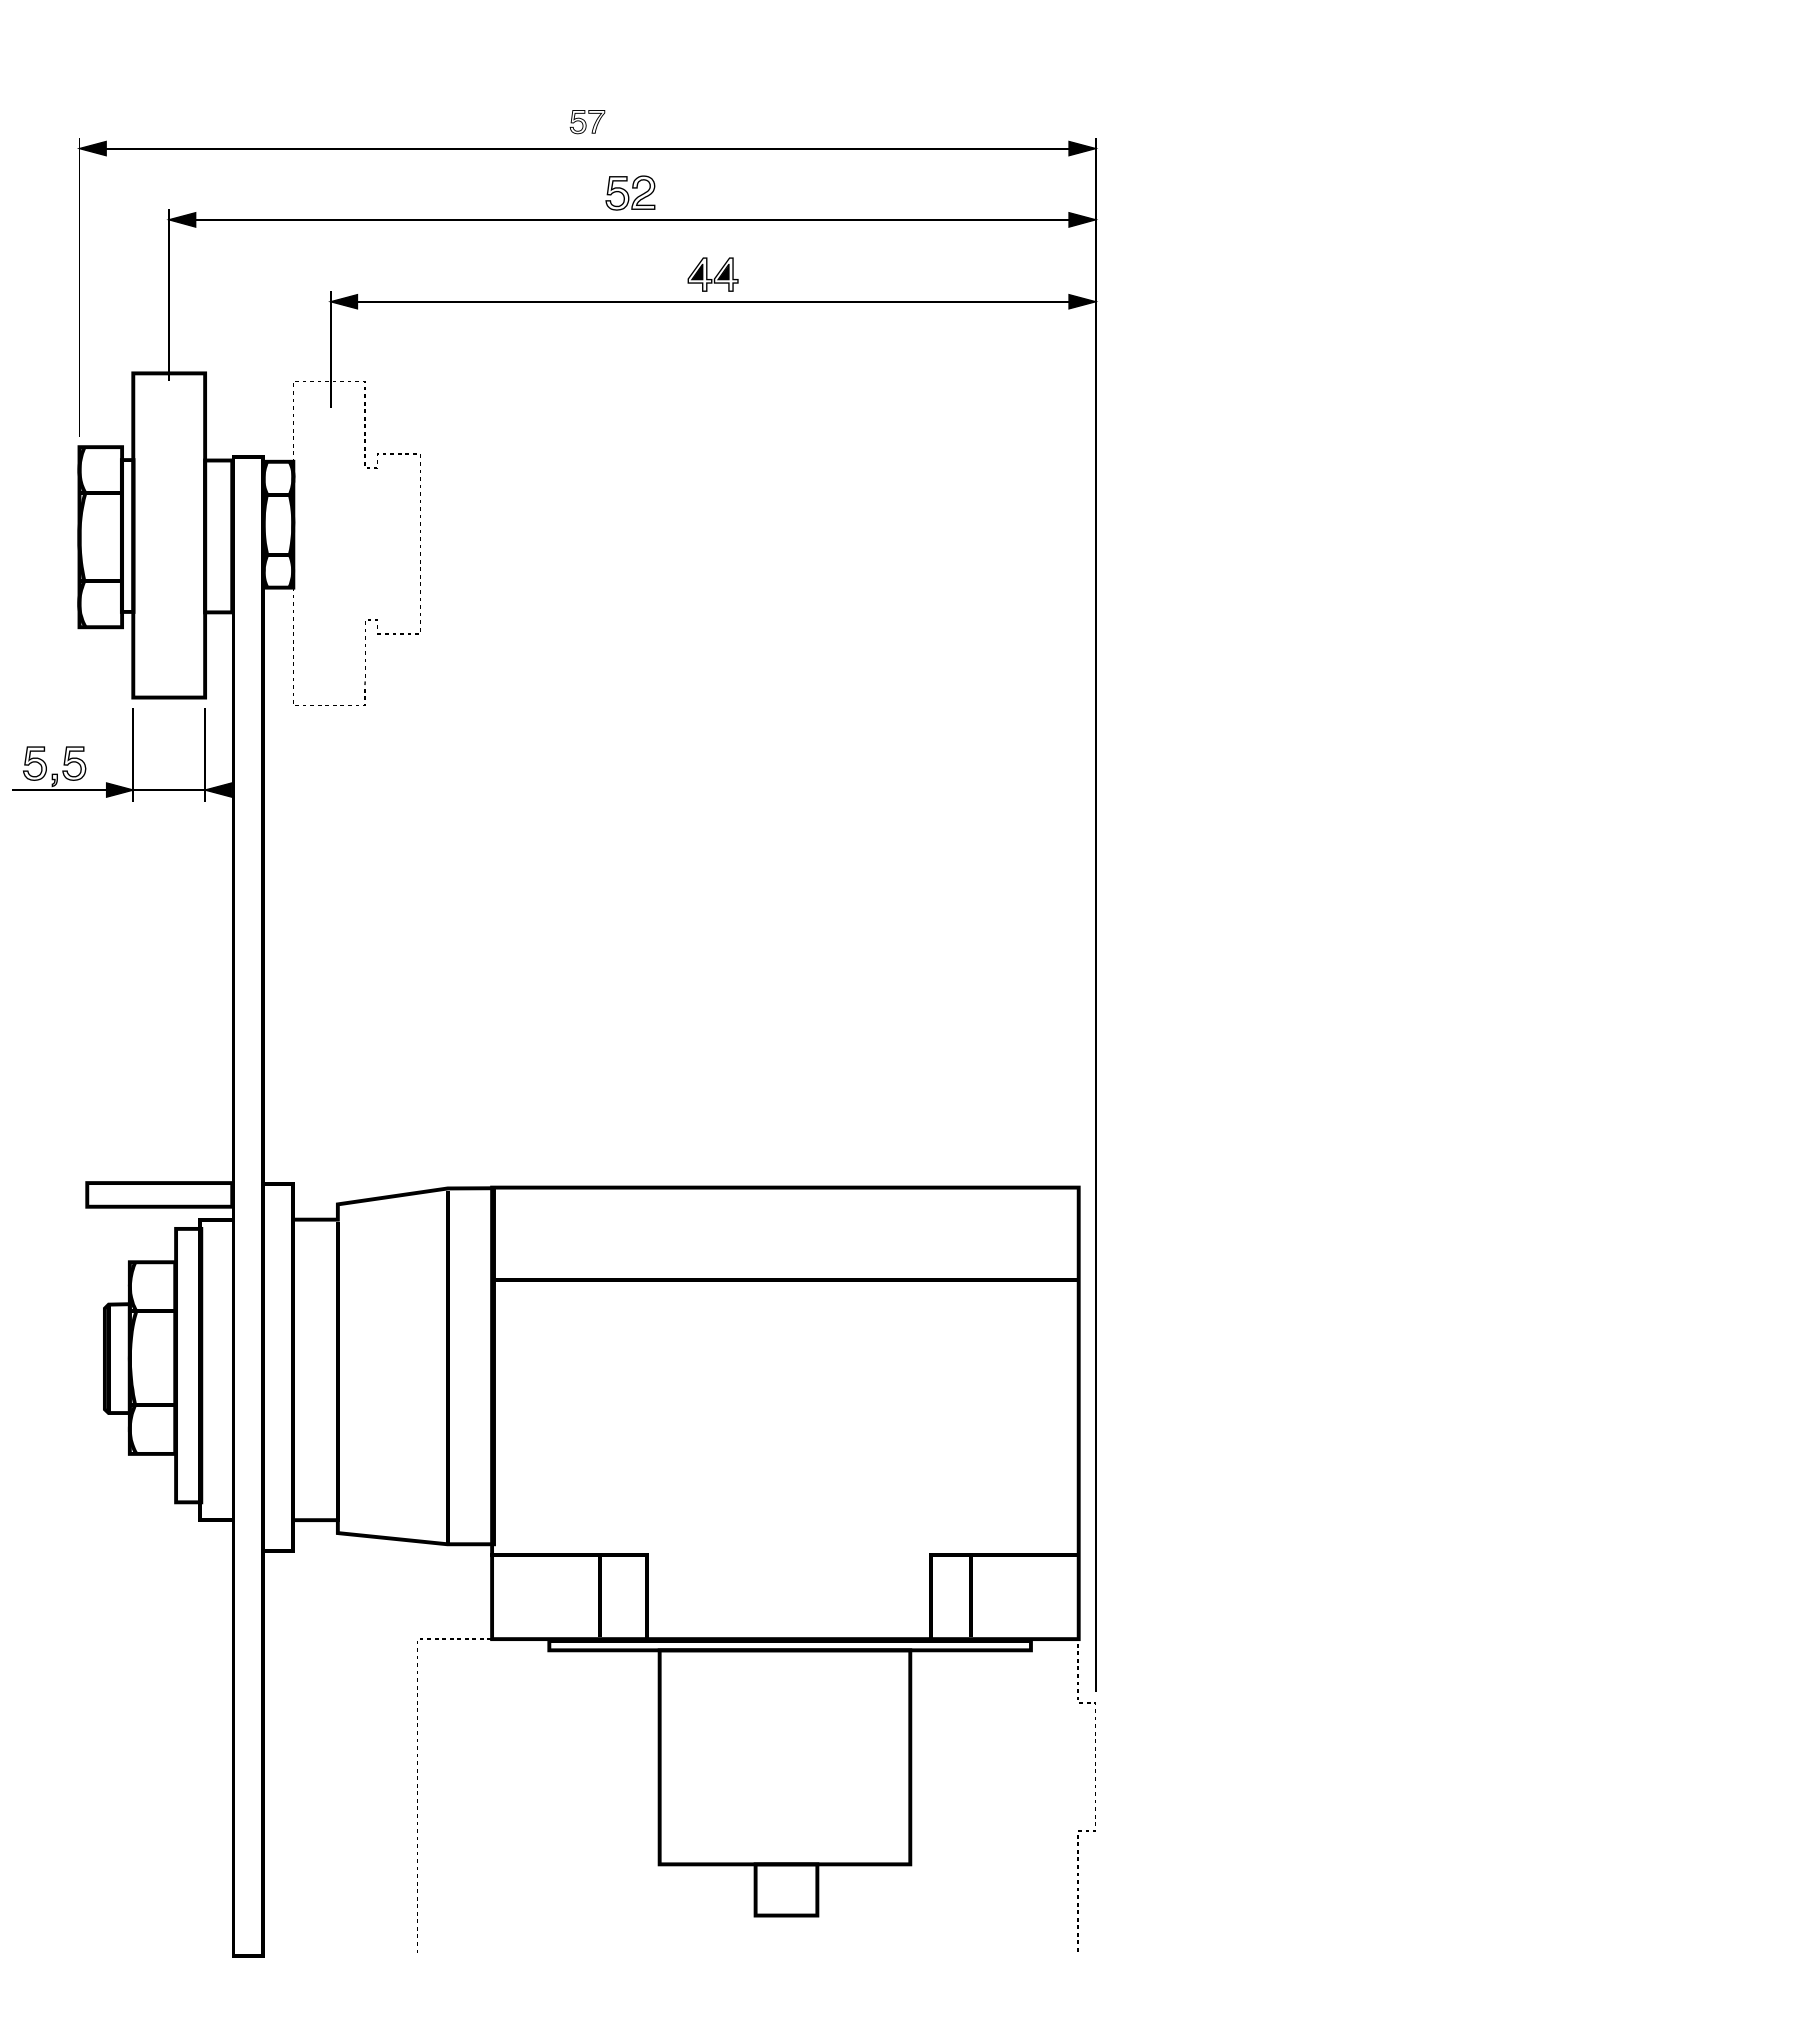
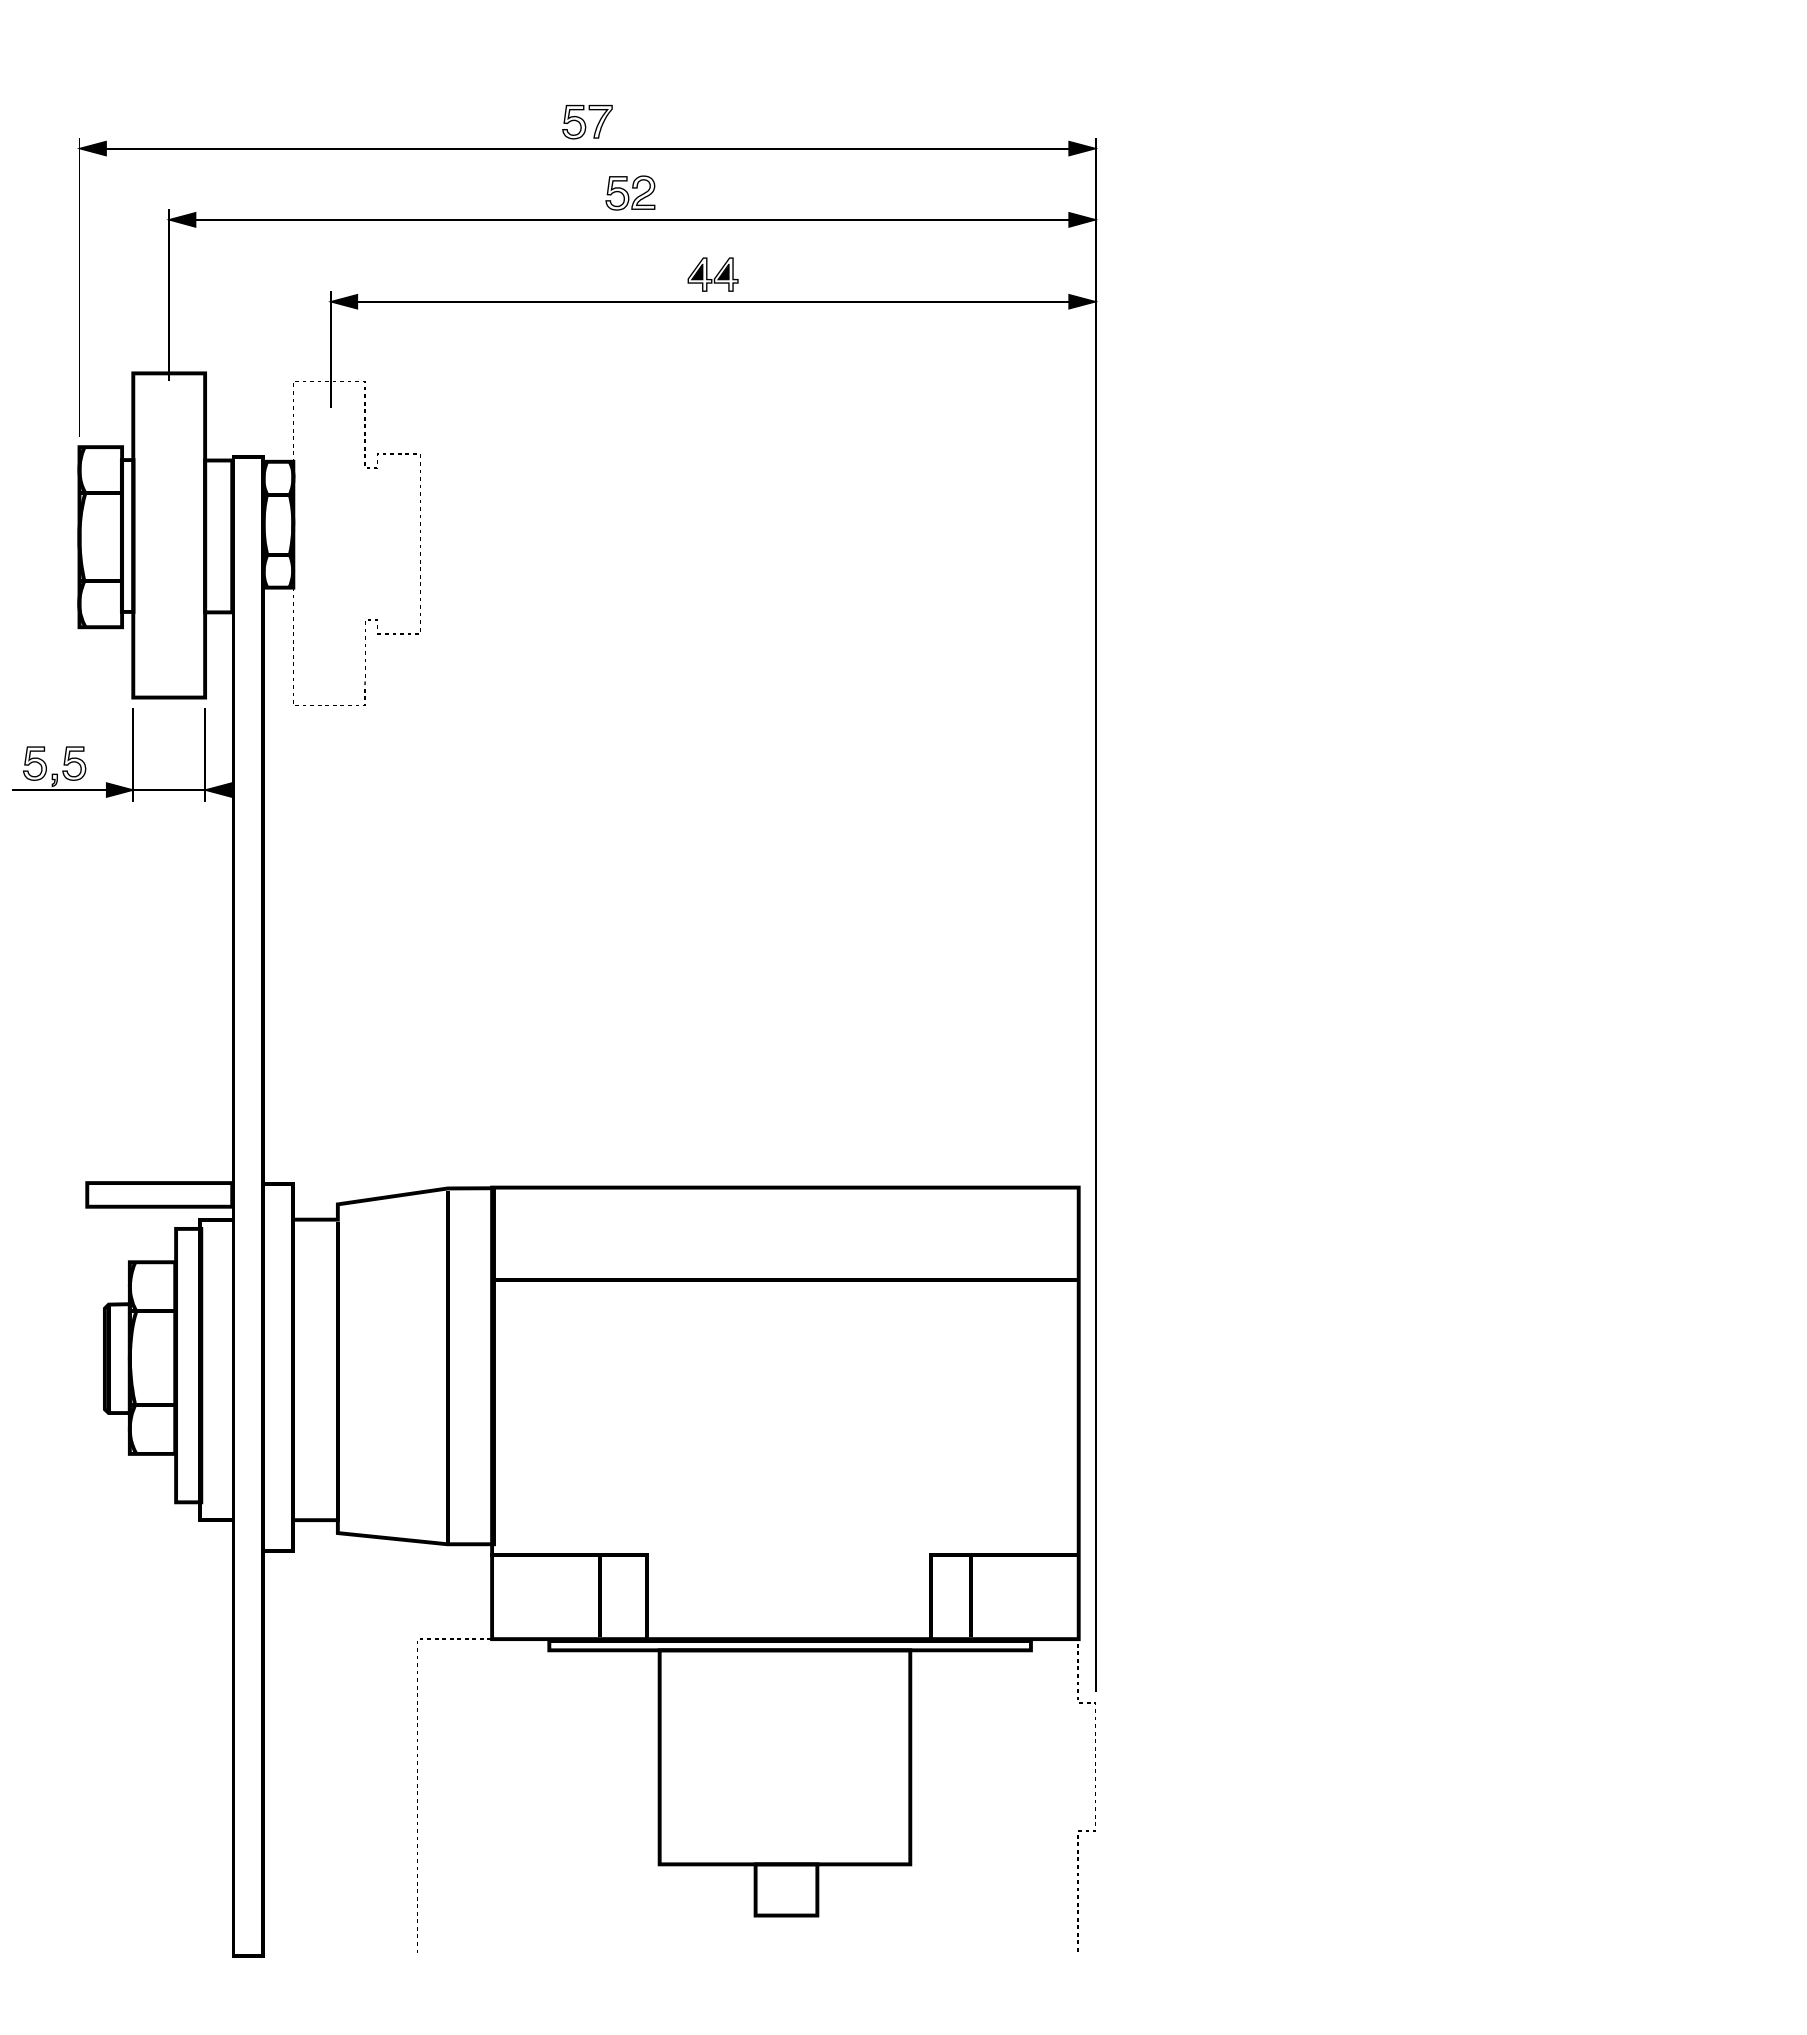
part at (587, 122) size: 37x25 px -> 51x36 px
